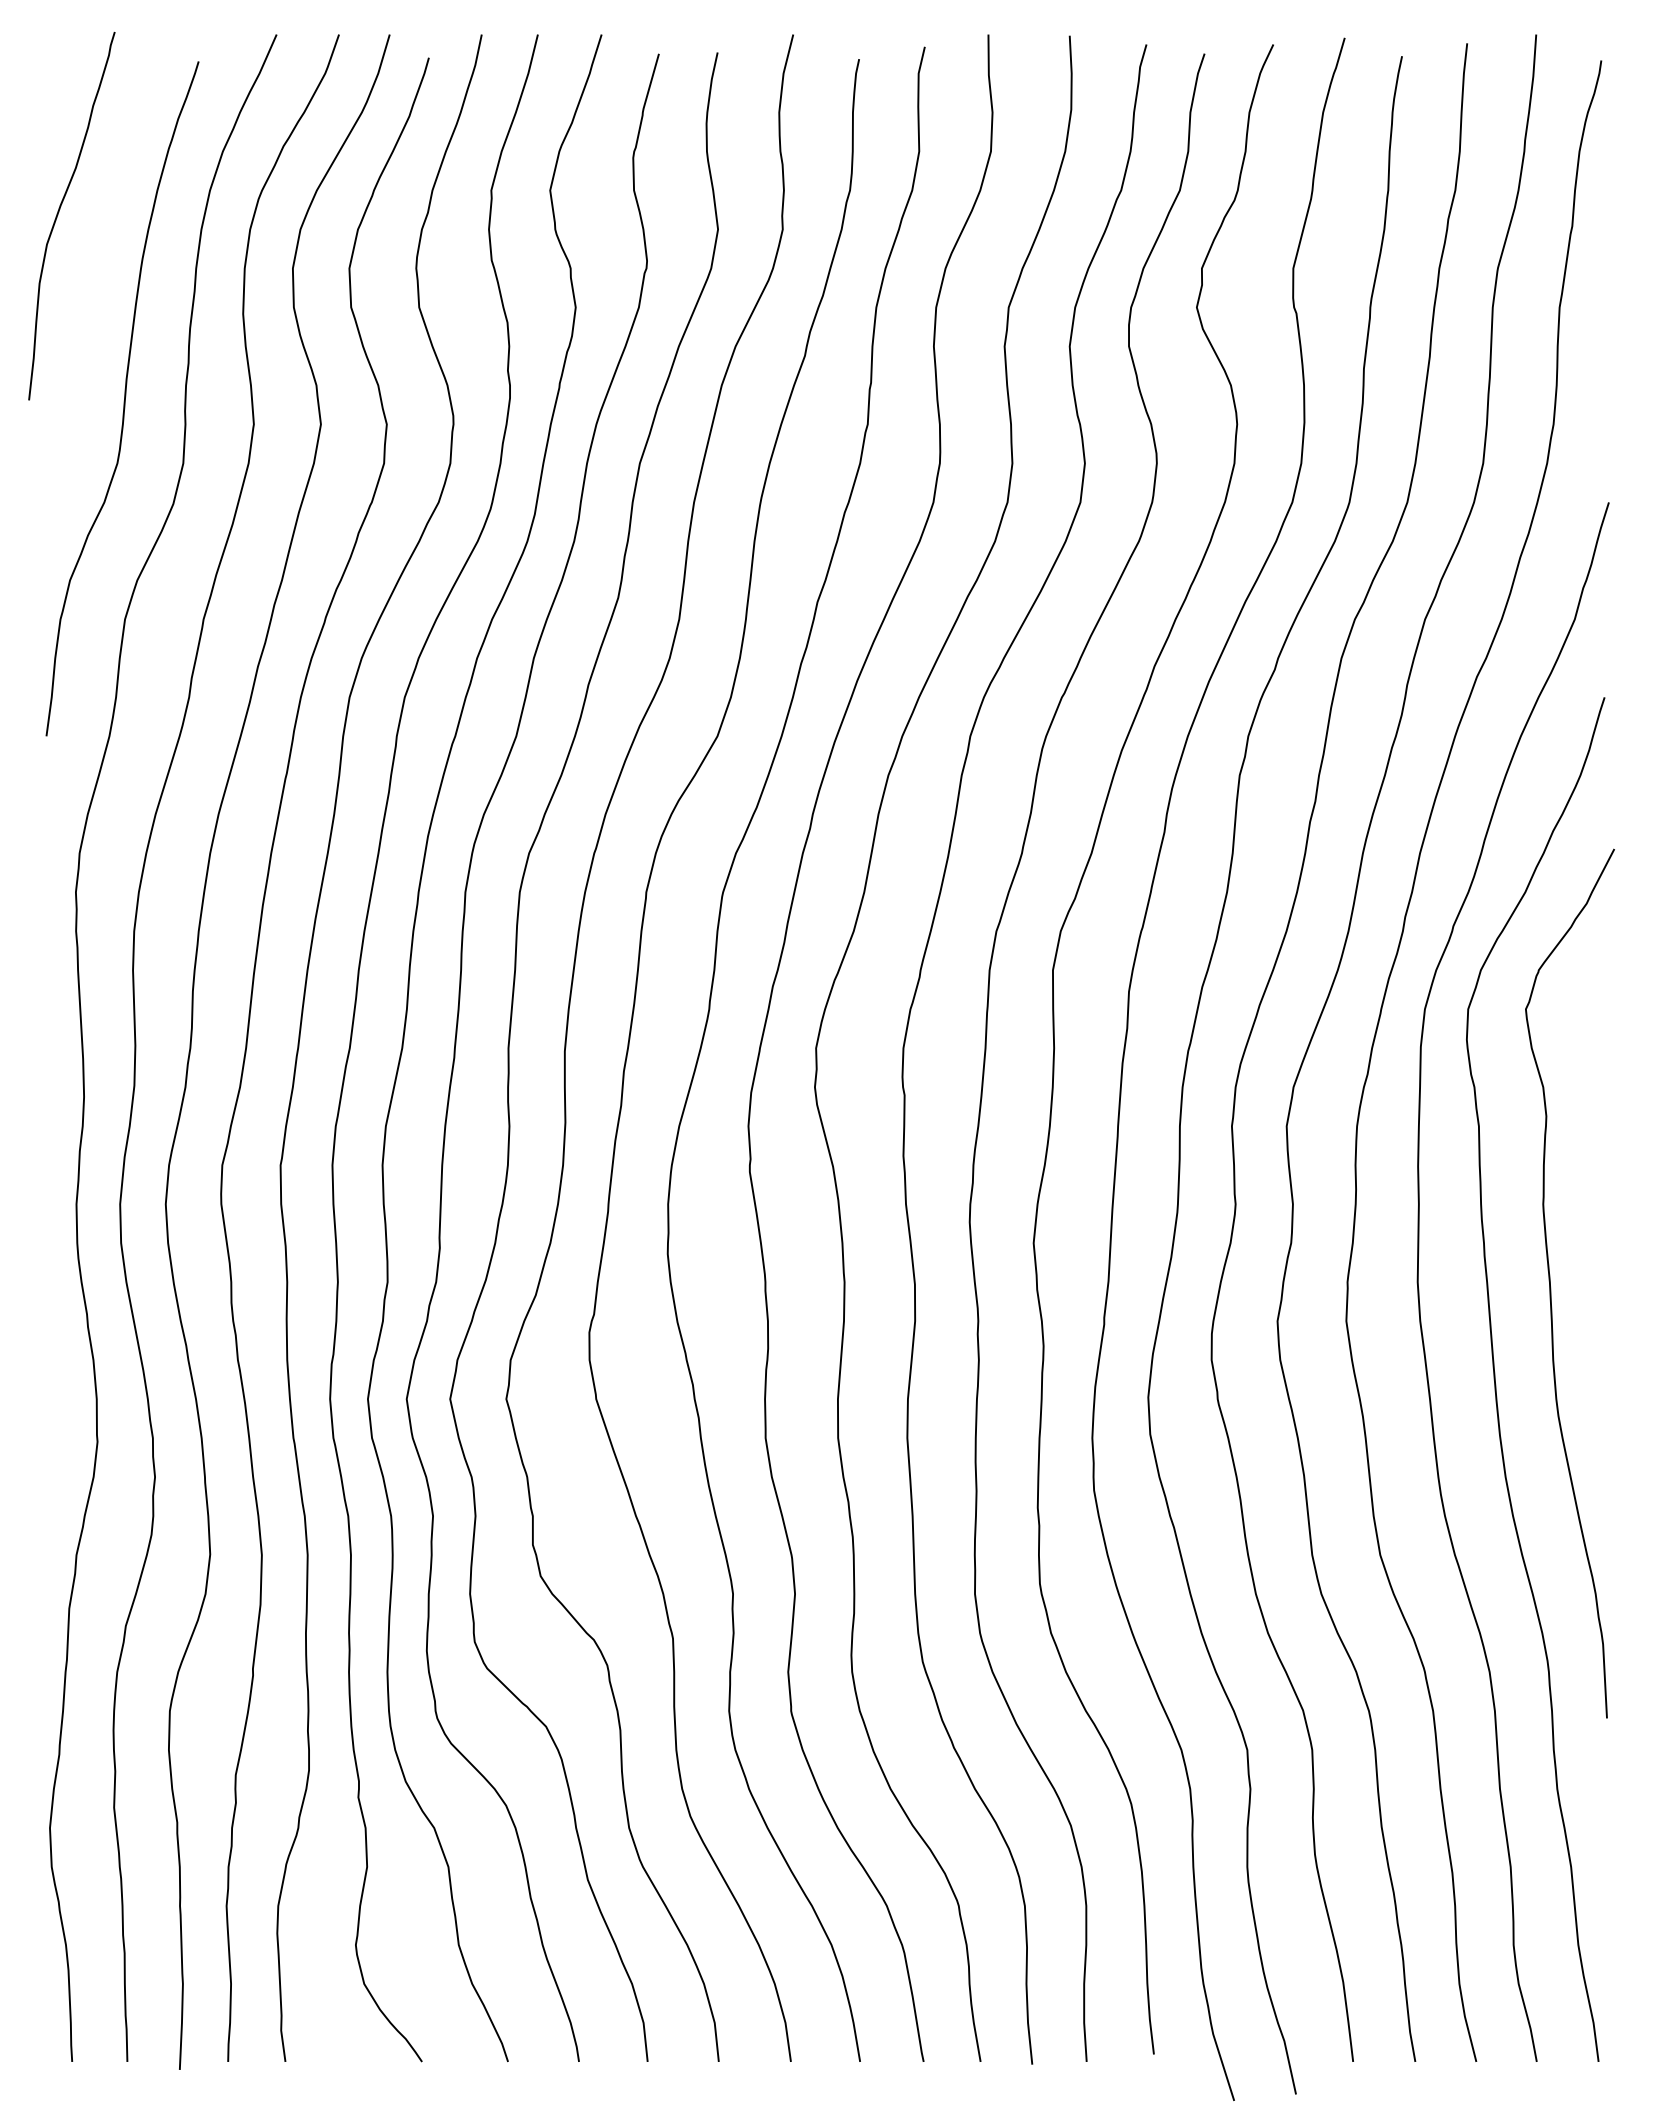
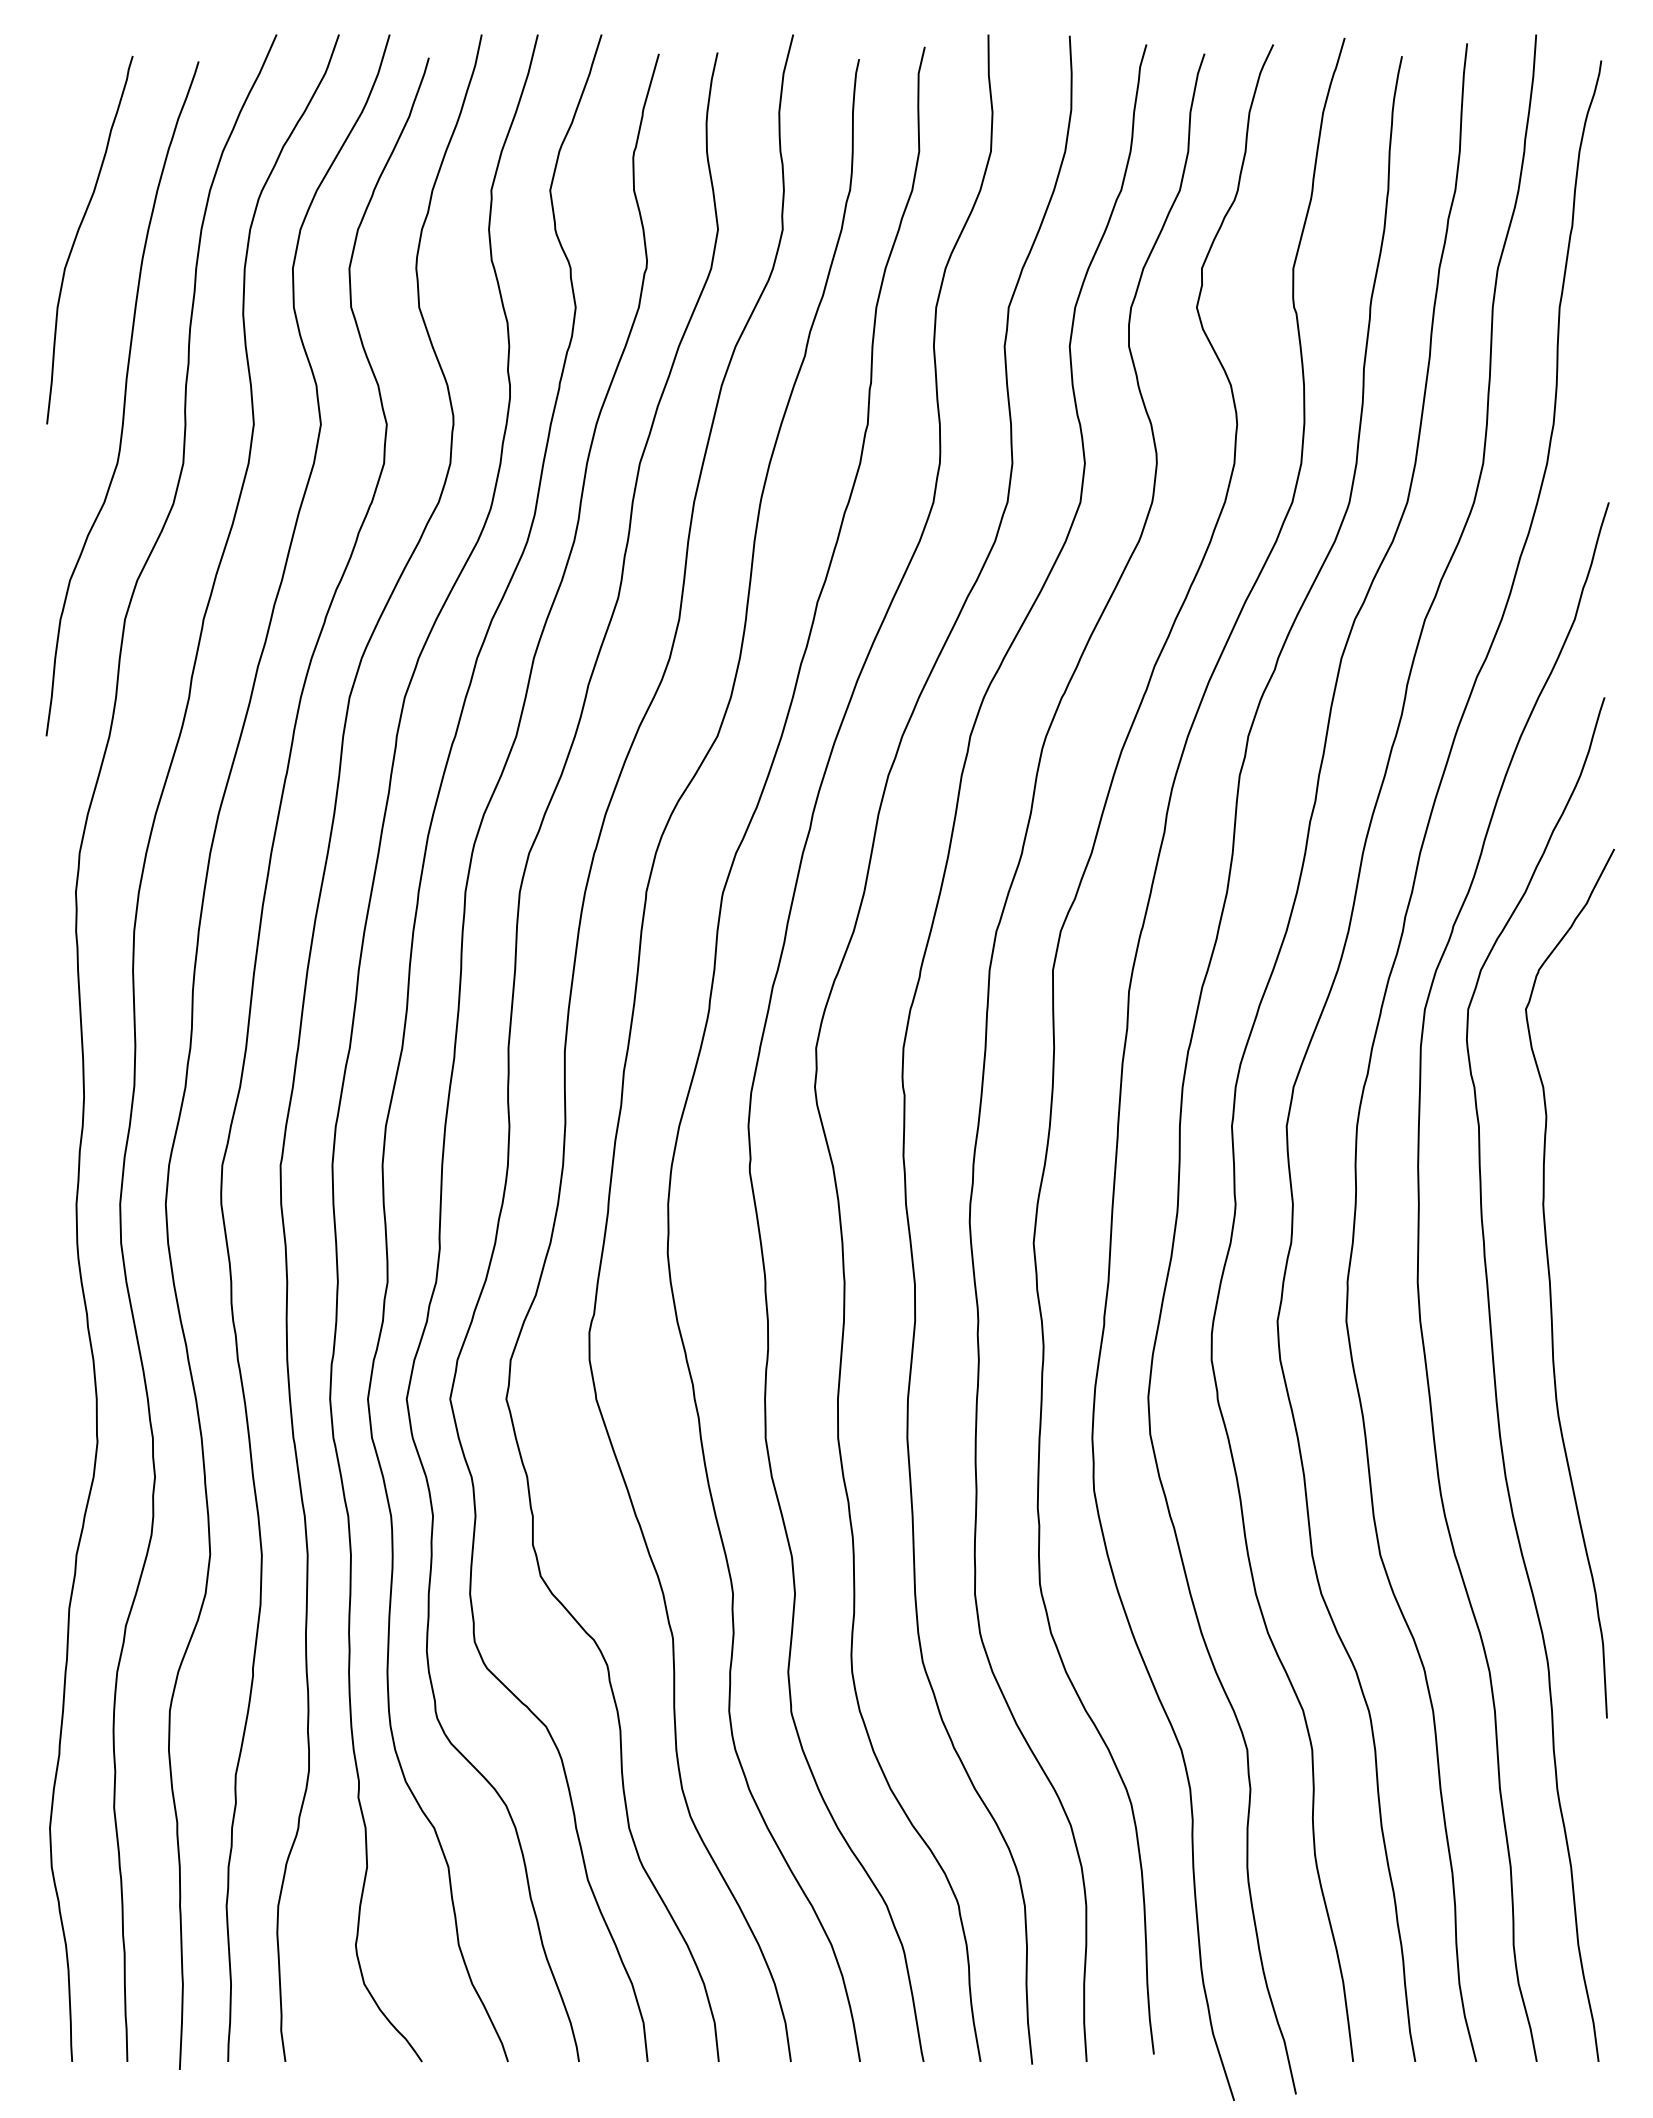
curve at (59, 212) position: (59, 212) -> (77, 236)
